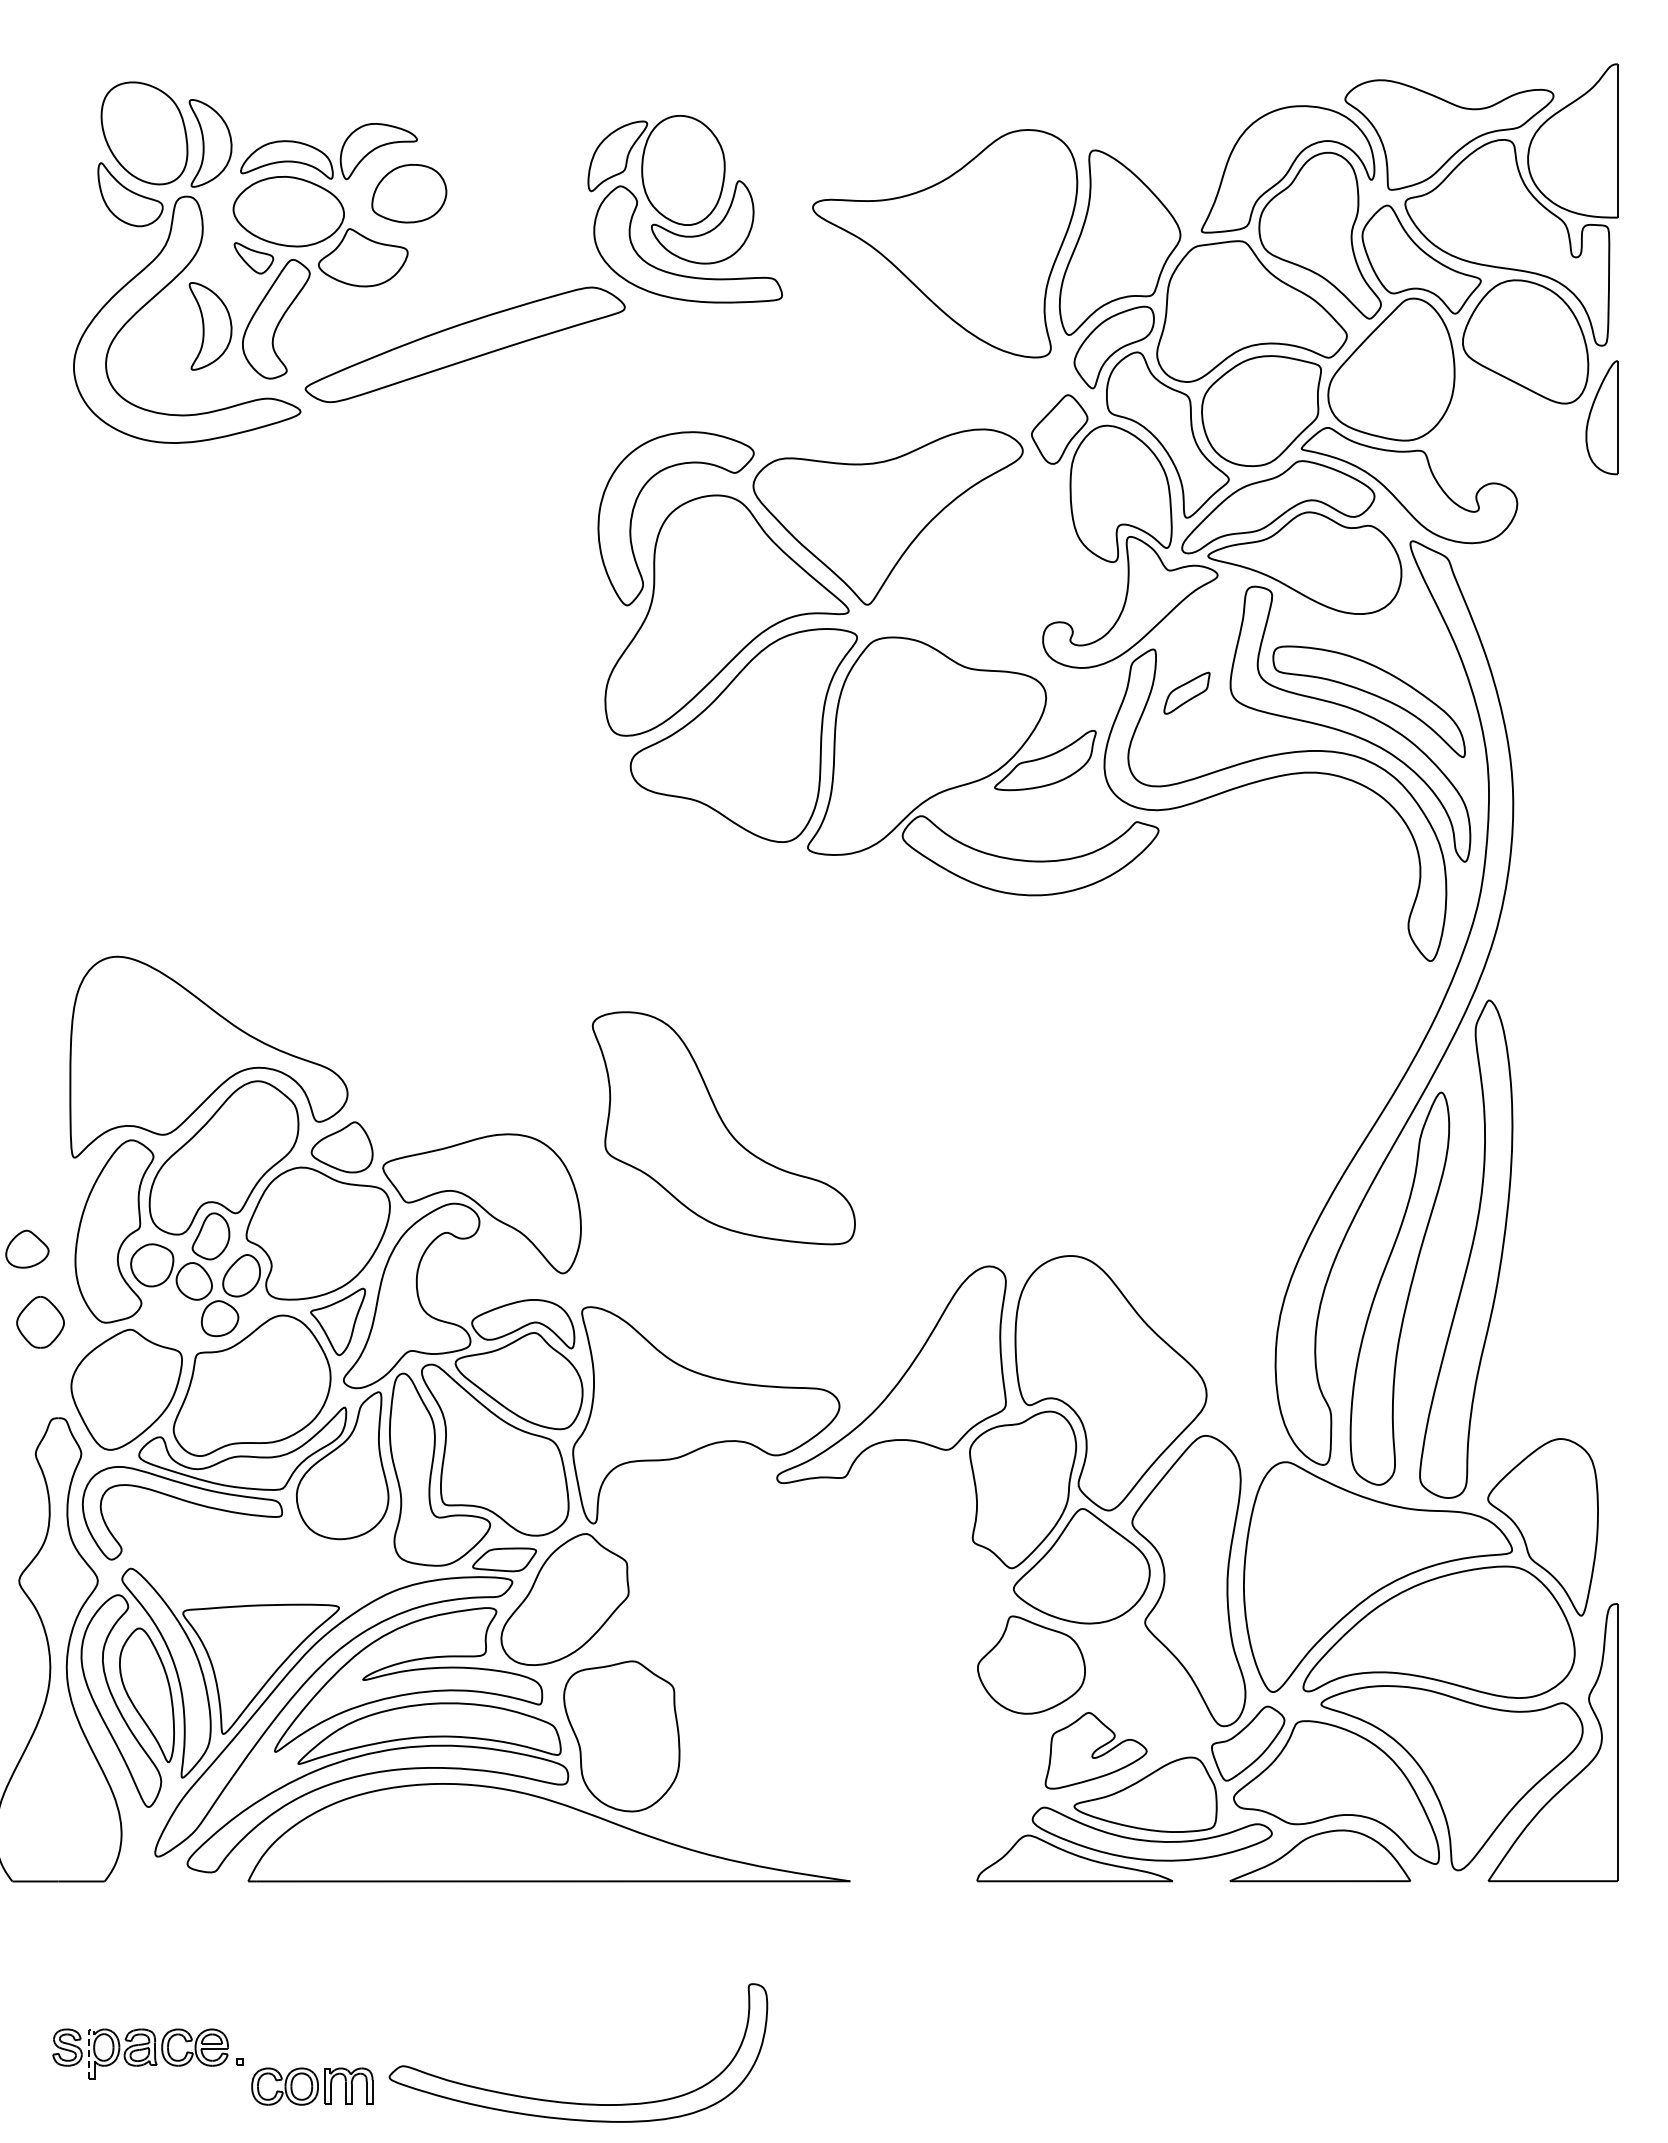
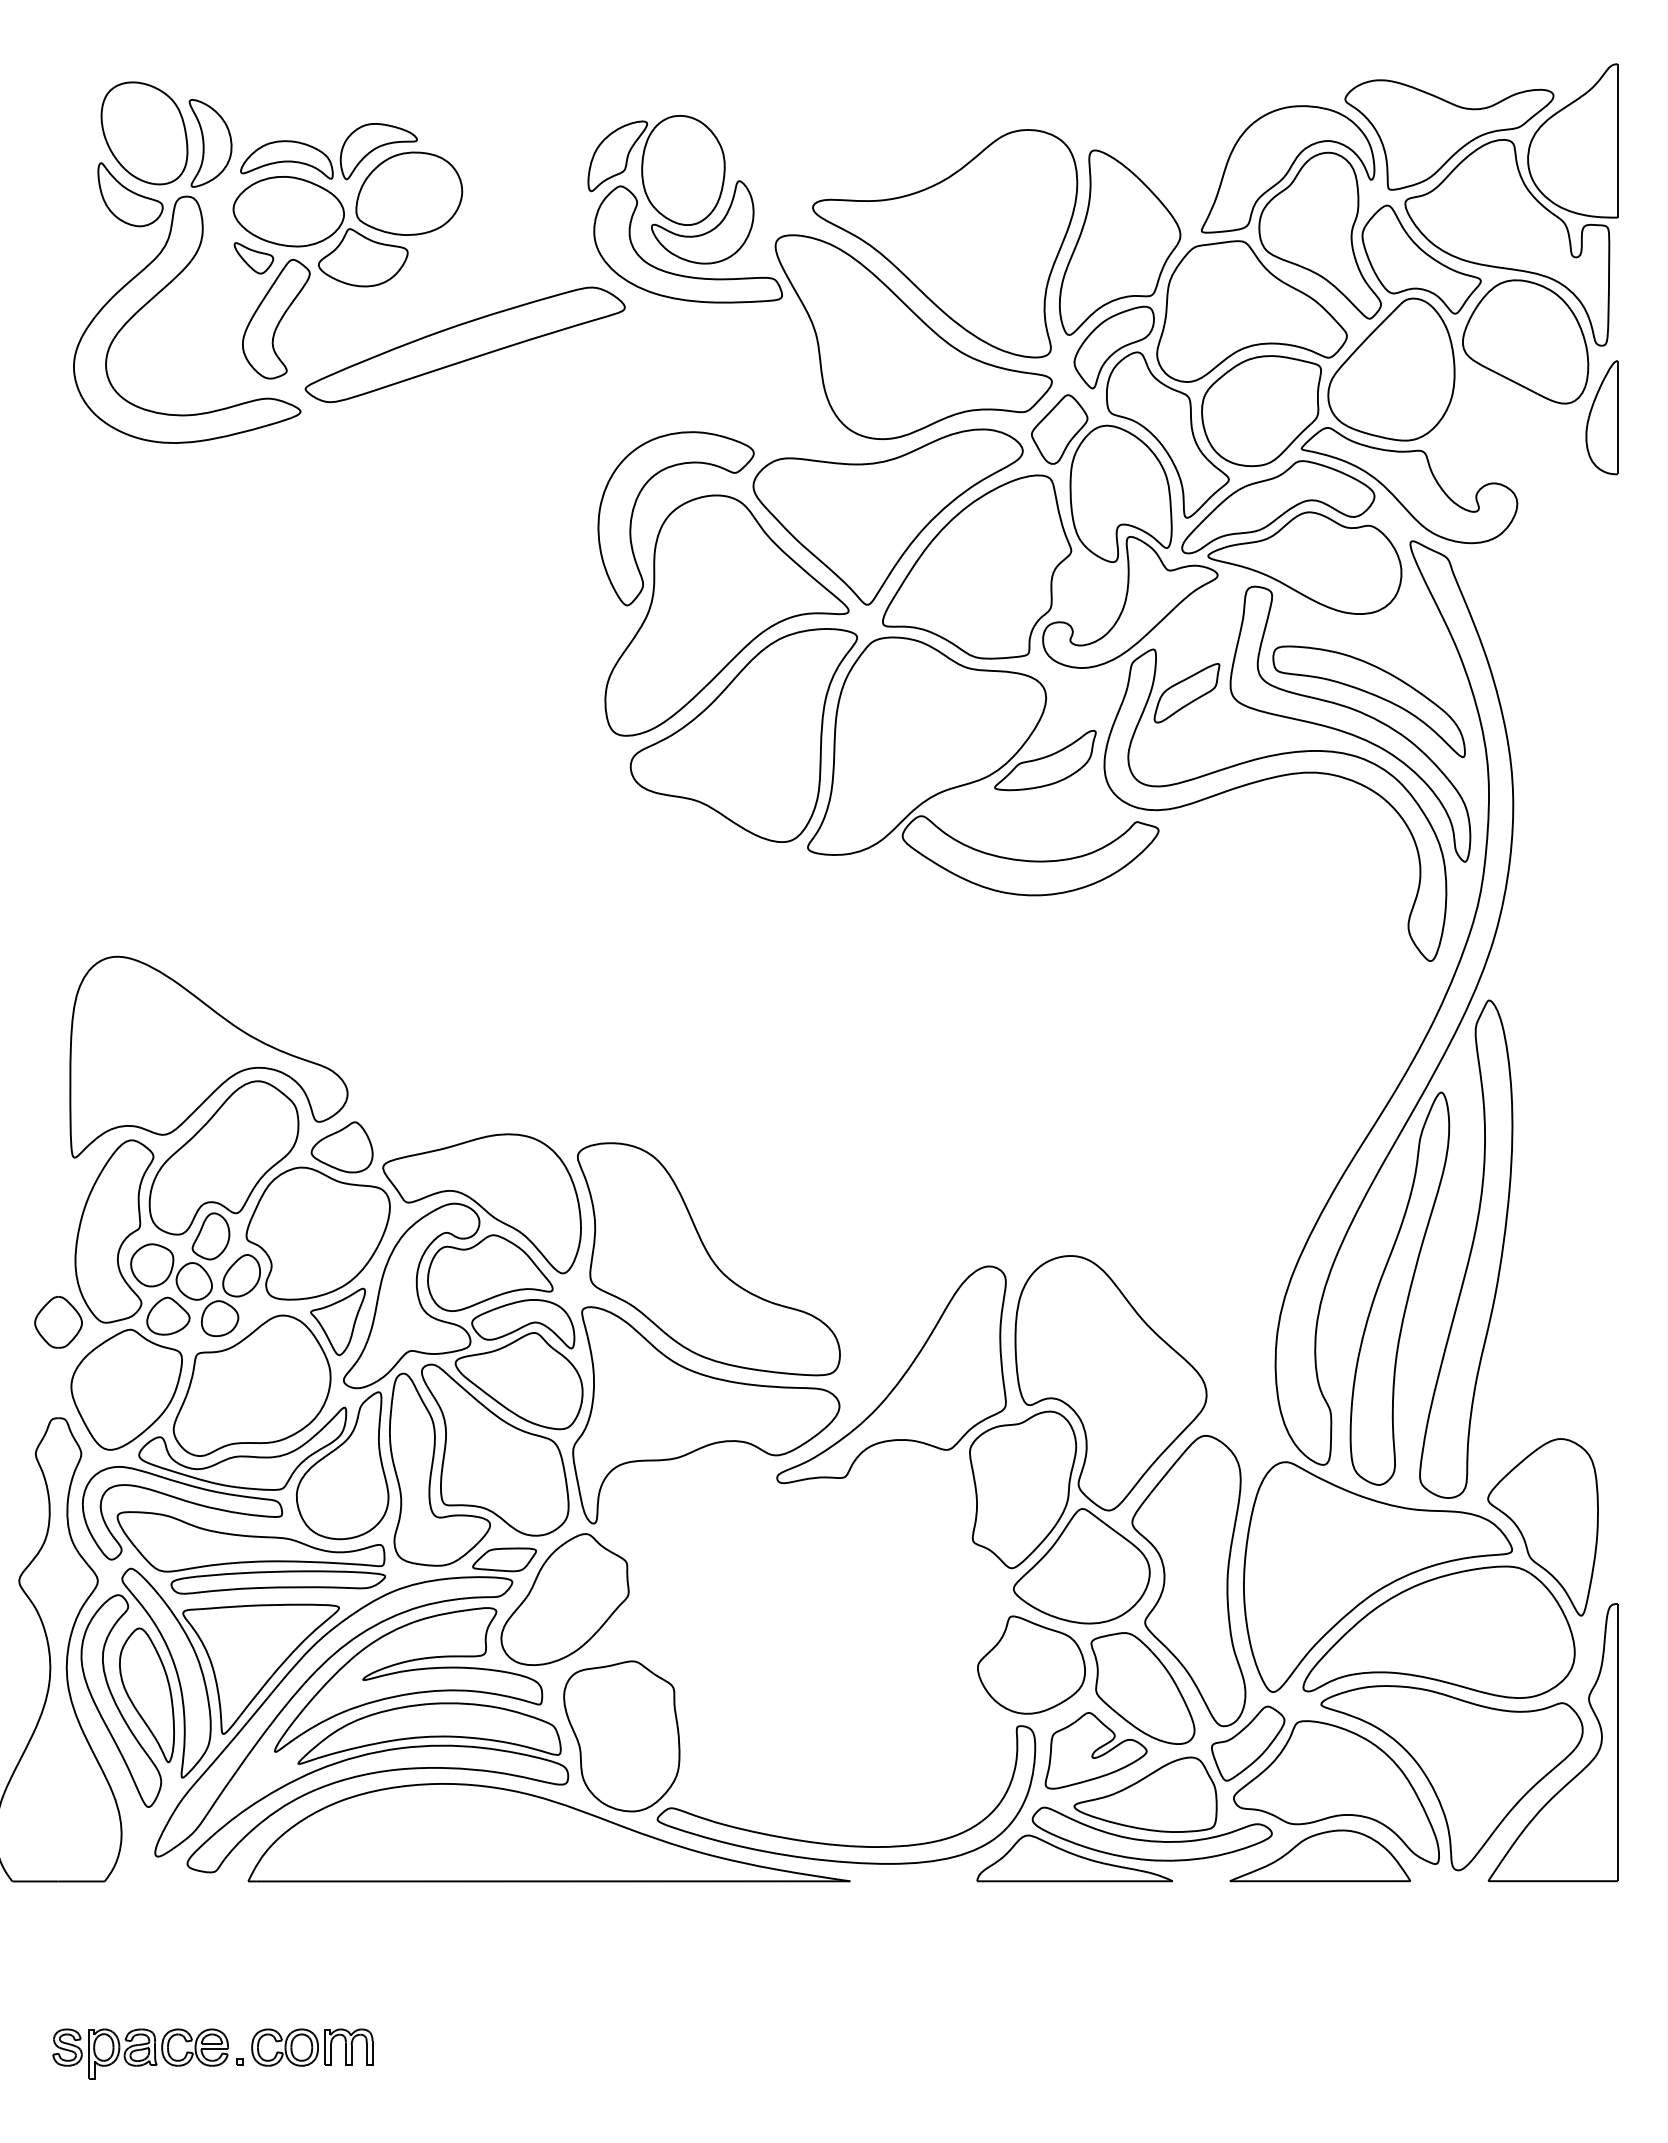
part at (409, 193) size: 77x61 px -> 109x85 px
part at (210, 326): present -> none
part at (913, 337): none -> present
part at (977, 566): none -> present
part at (1186, 692) size: 48x44 px -> 68x61 px
part at (723, 1128) position: (723, 1128) -> (708, 1259)
part at (27, 1248) position: (27, 1248) -> (168, 1315)
part at (490, 1272): none -> present
part at (40, 1322) position: (40, 1322) -> (58, 1322)
part at (250, 1552): none -> present
part at (1142, 1688): none -> present
line at (88, 2047): dashed -> solid
part at (312, 2086) position: (312, 2086) -> (312, 2047)
part at (577, 2102) position: (577, 2102) -> (845, 1844)
